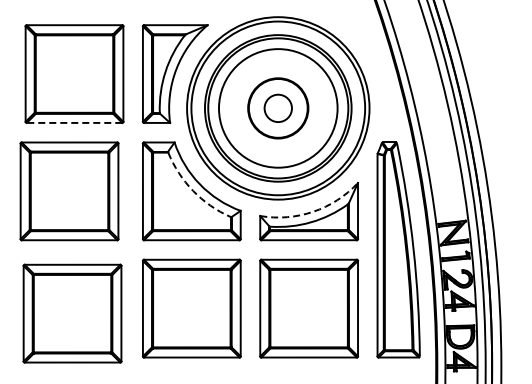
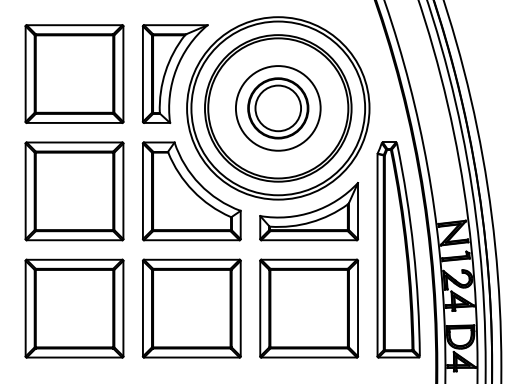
circle at (277, 108) diameter: 119 px -> 85 px
circle at (277, 108) diameter: 27 px -> 46 px
line at (74, 122): dashed -> solid
arc at (193, 190): dashed -> solid
part at (69, 191) position: (69, 191) -> (74, 191)
arc at (313, 211): dashed -> solid
part at (72, 313) position: (72, 313) -> (74, 308)
